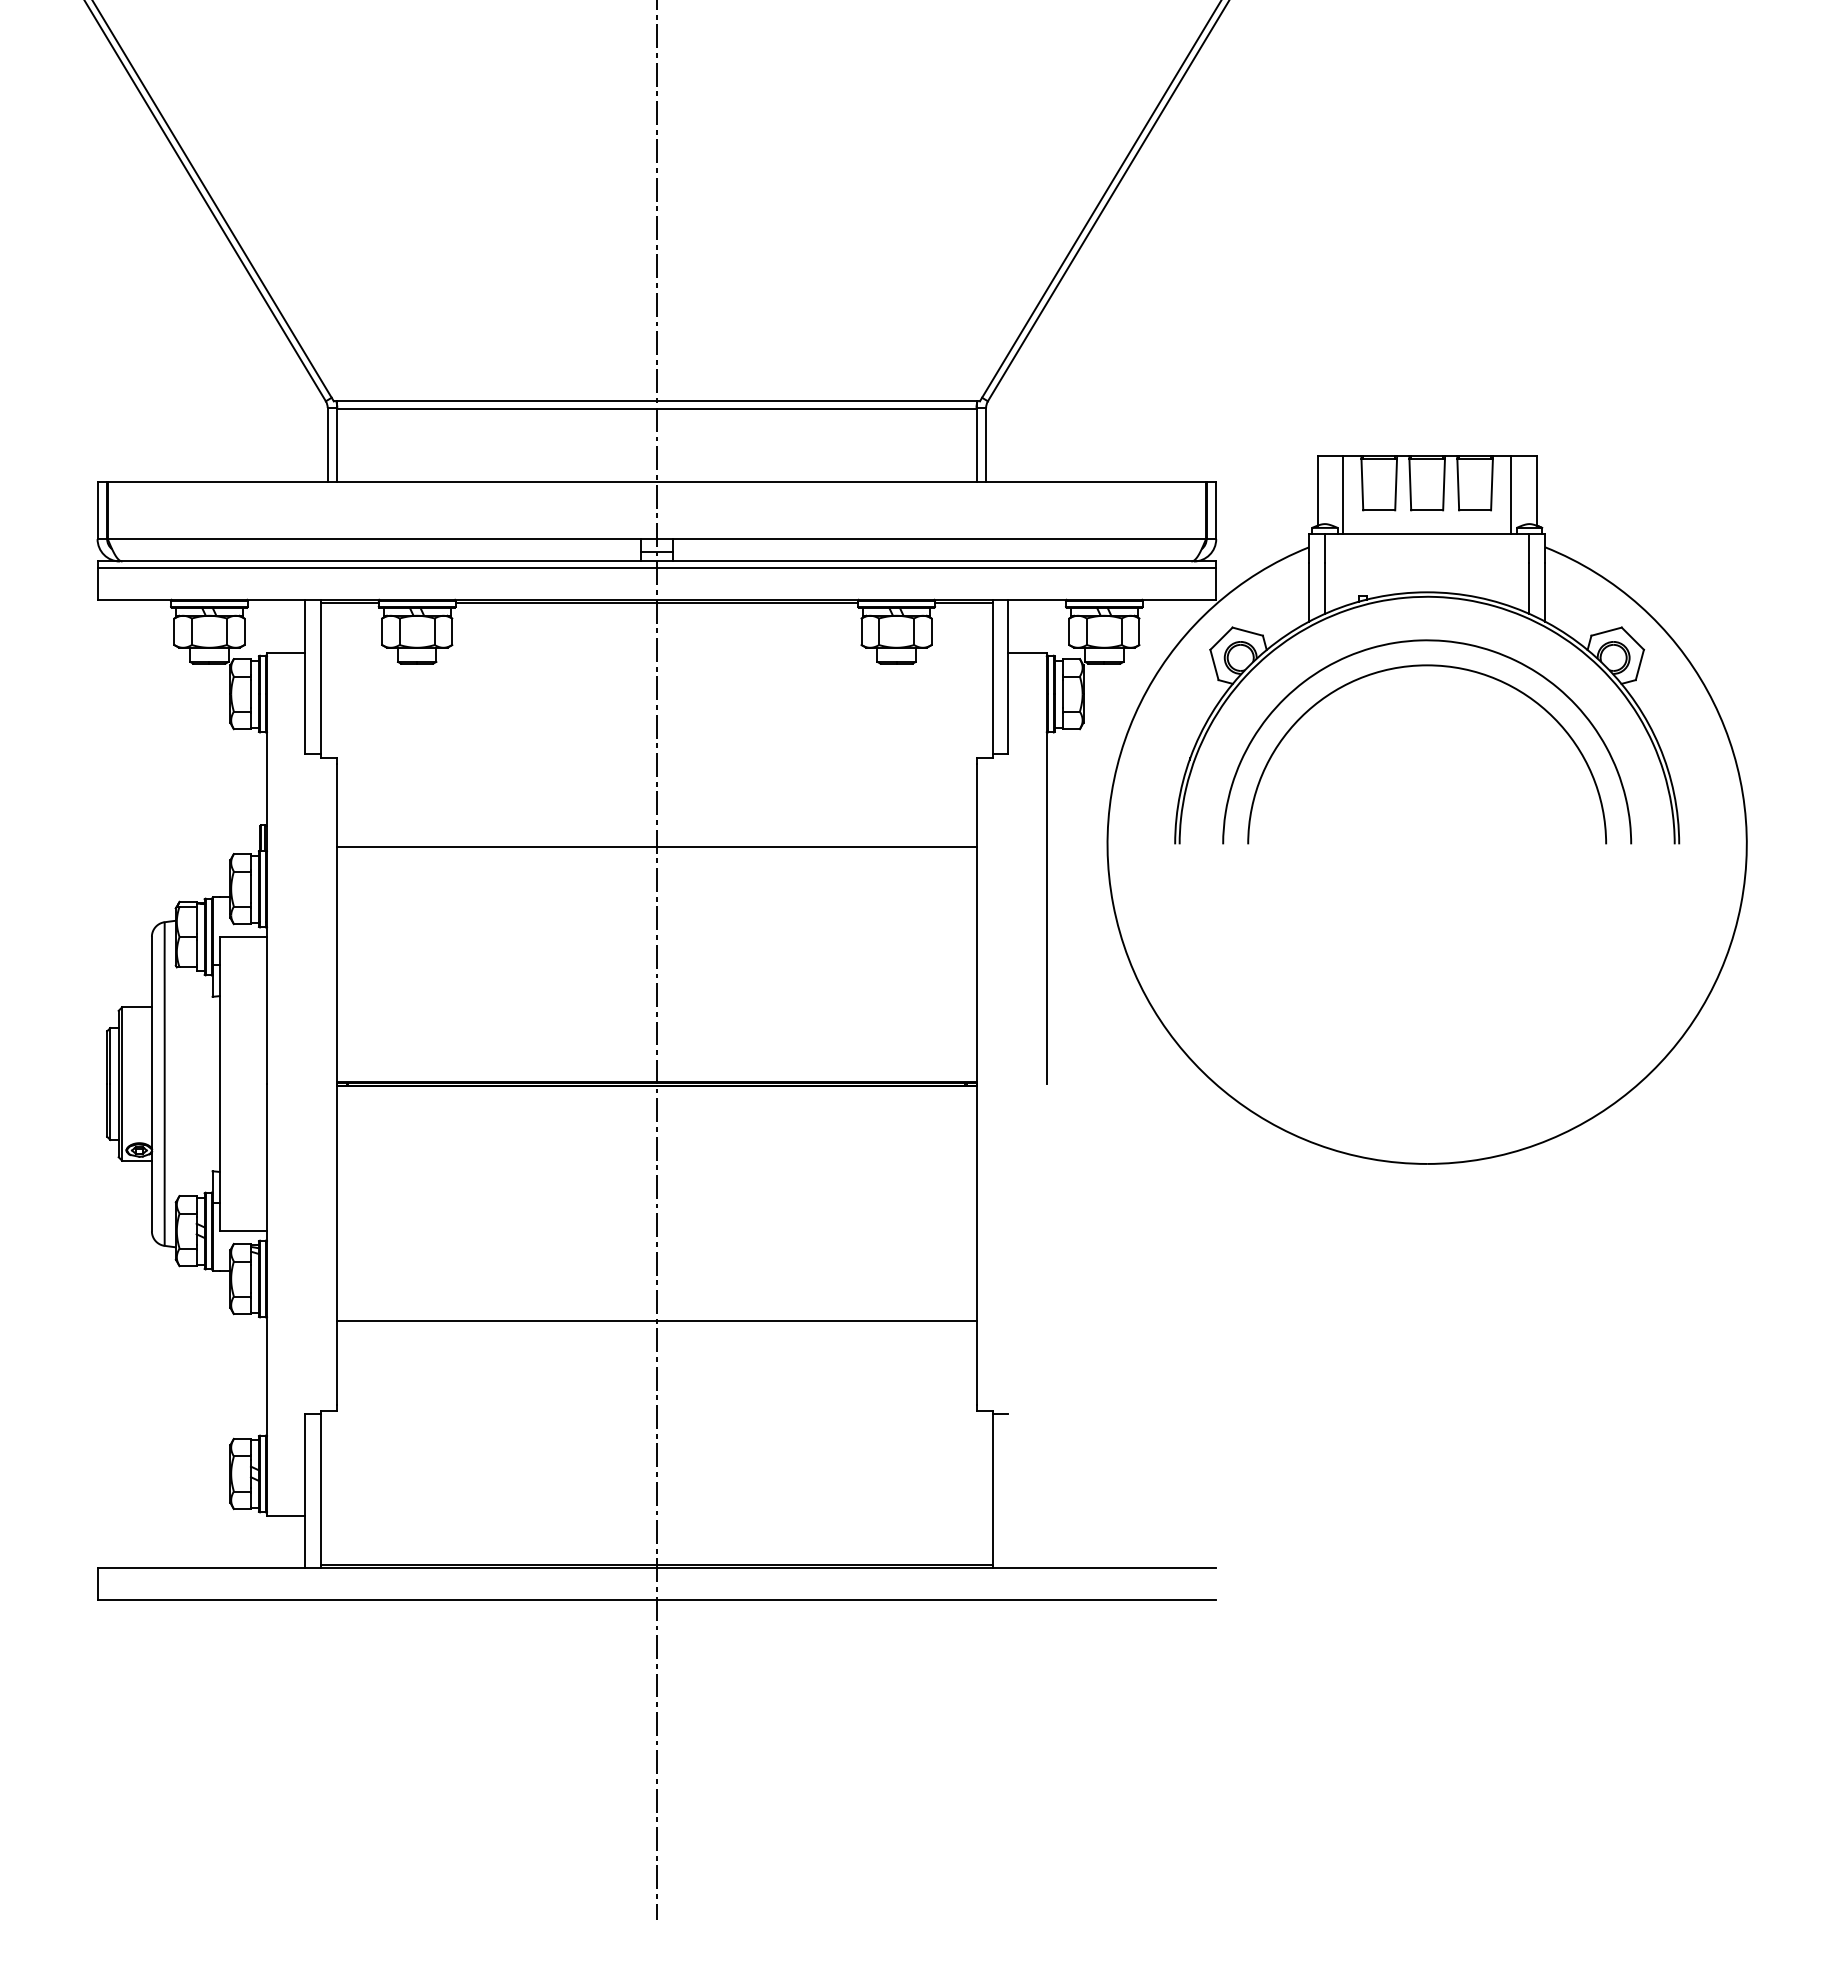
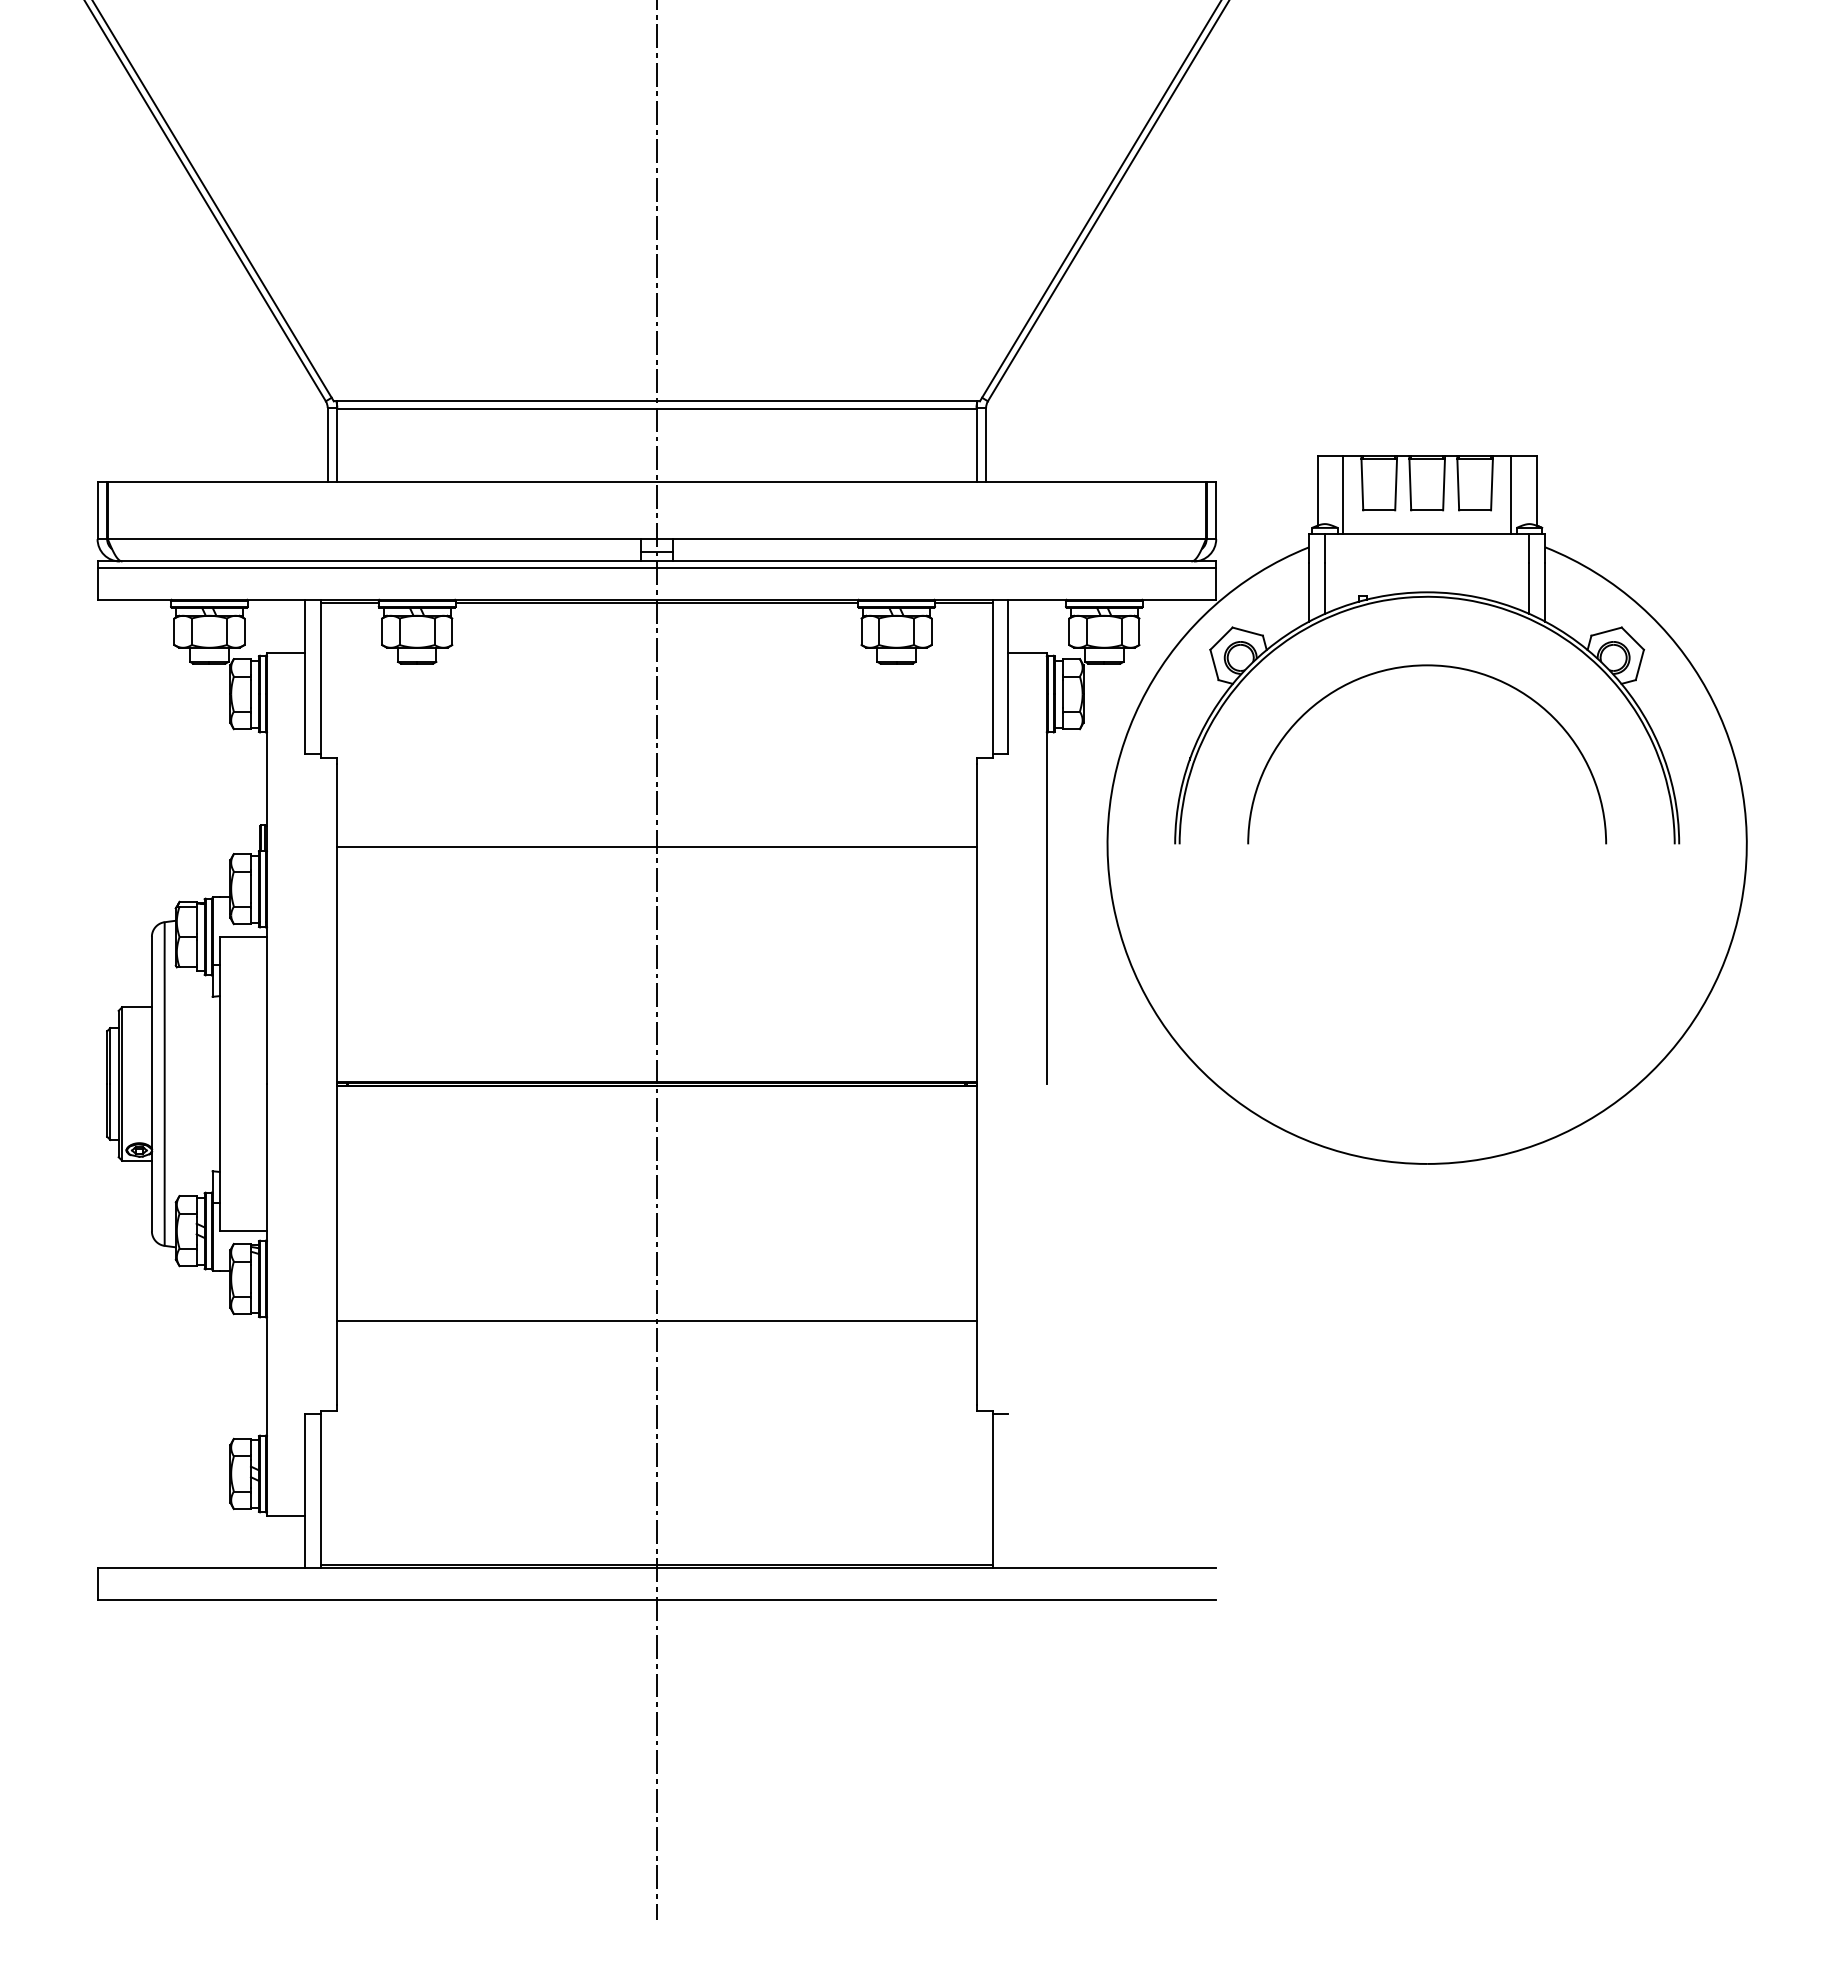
curve at (1427, 641): present -> none
